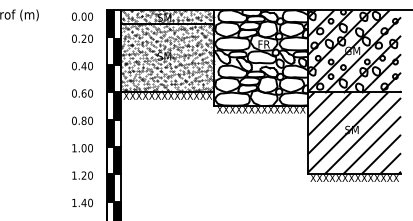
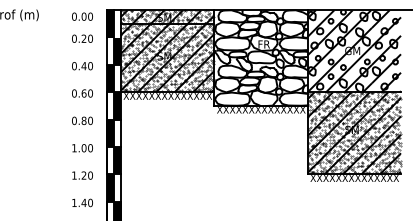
hatch at (167, 51): none -> present
hatch at (353, 133): none -> present
